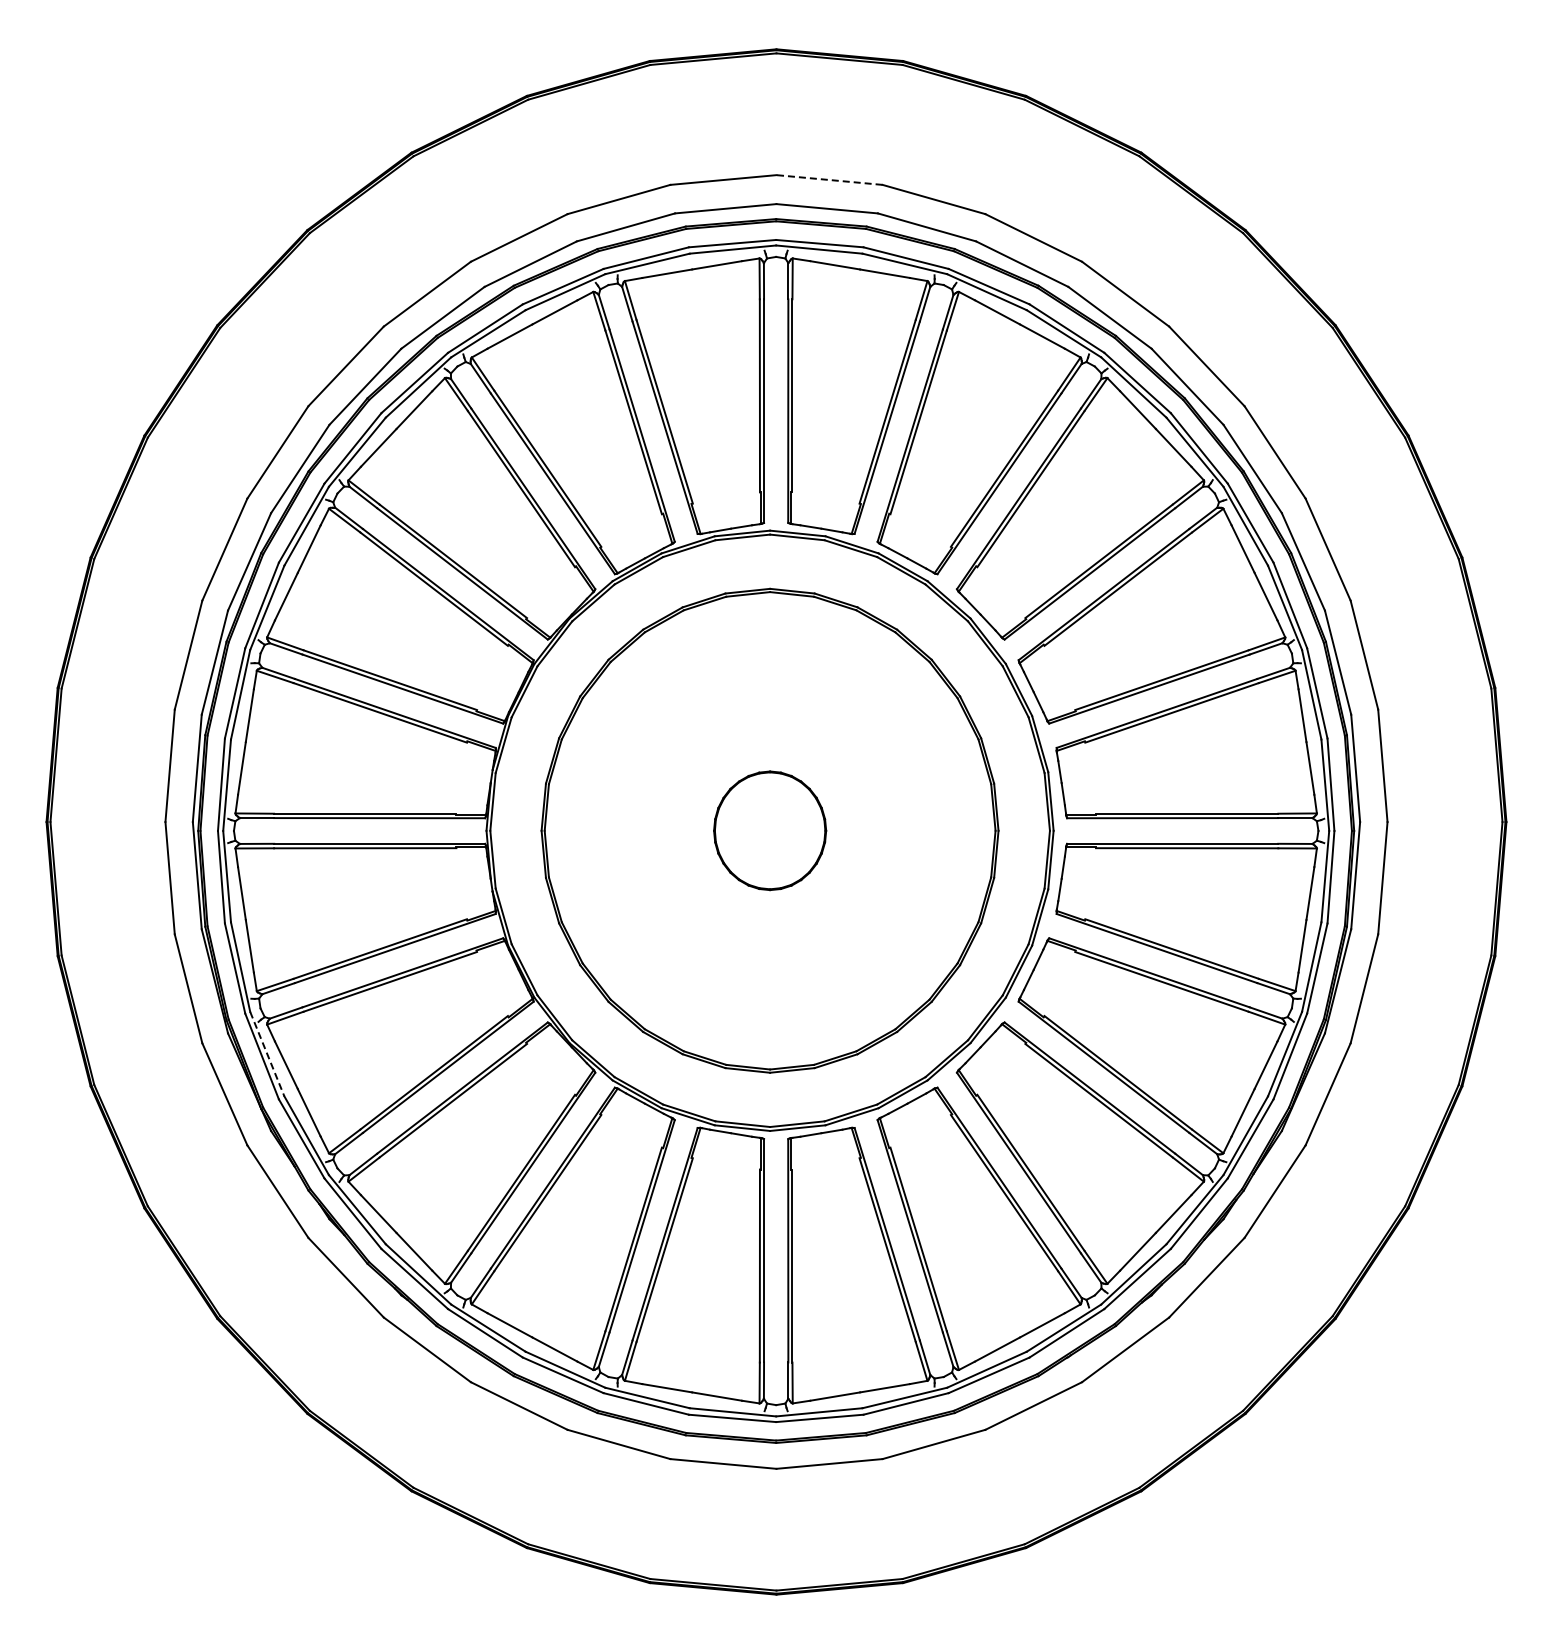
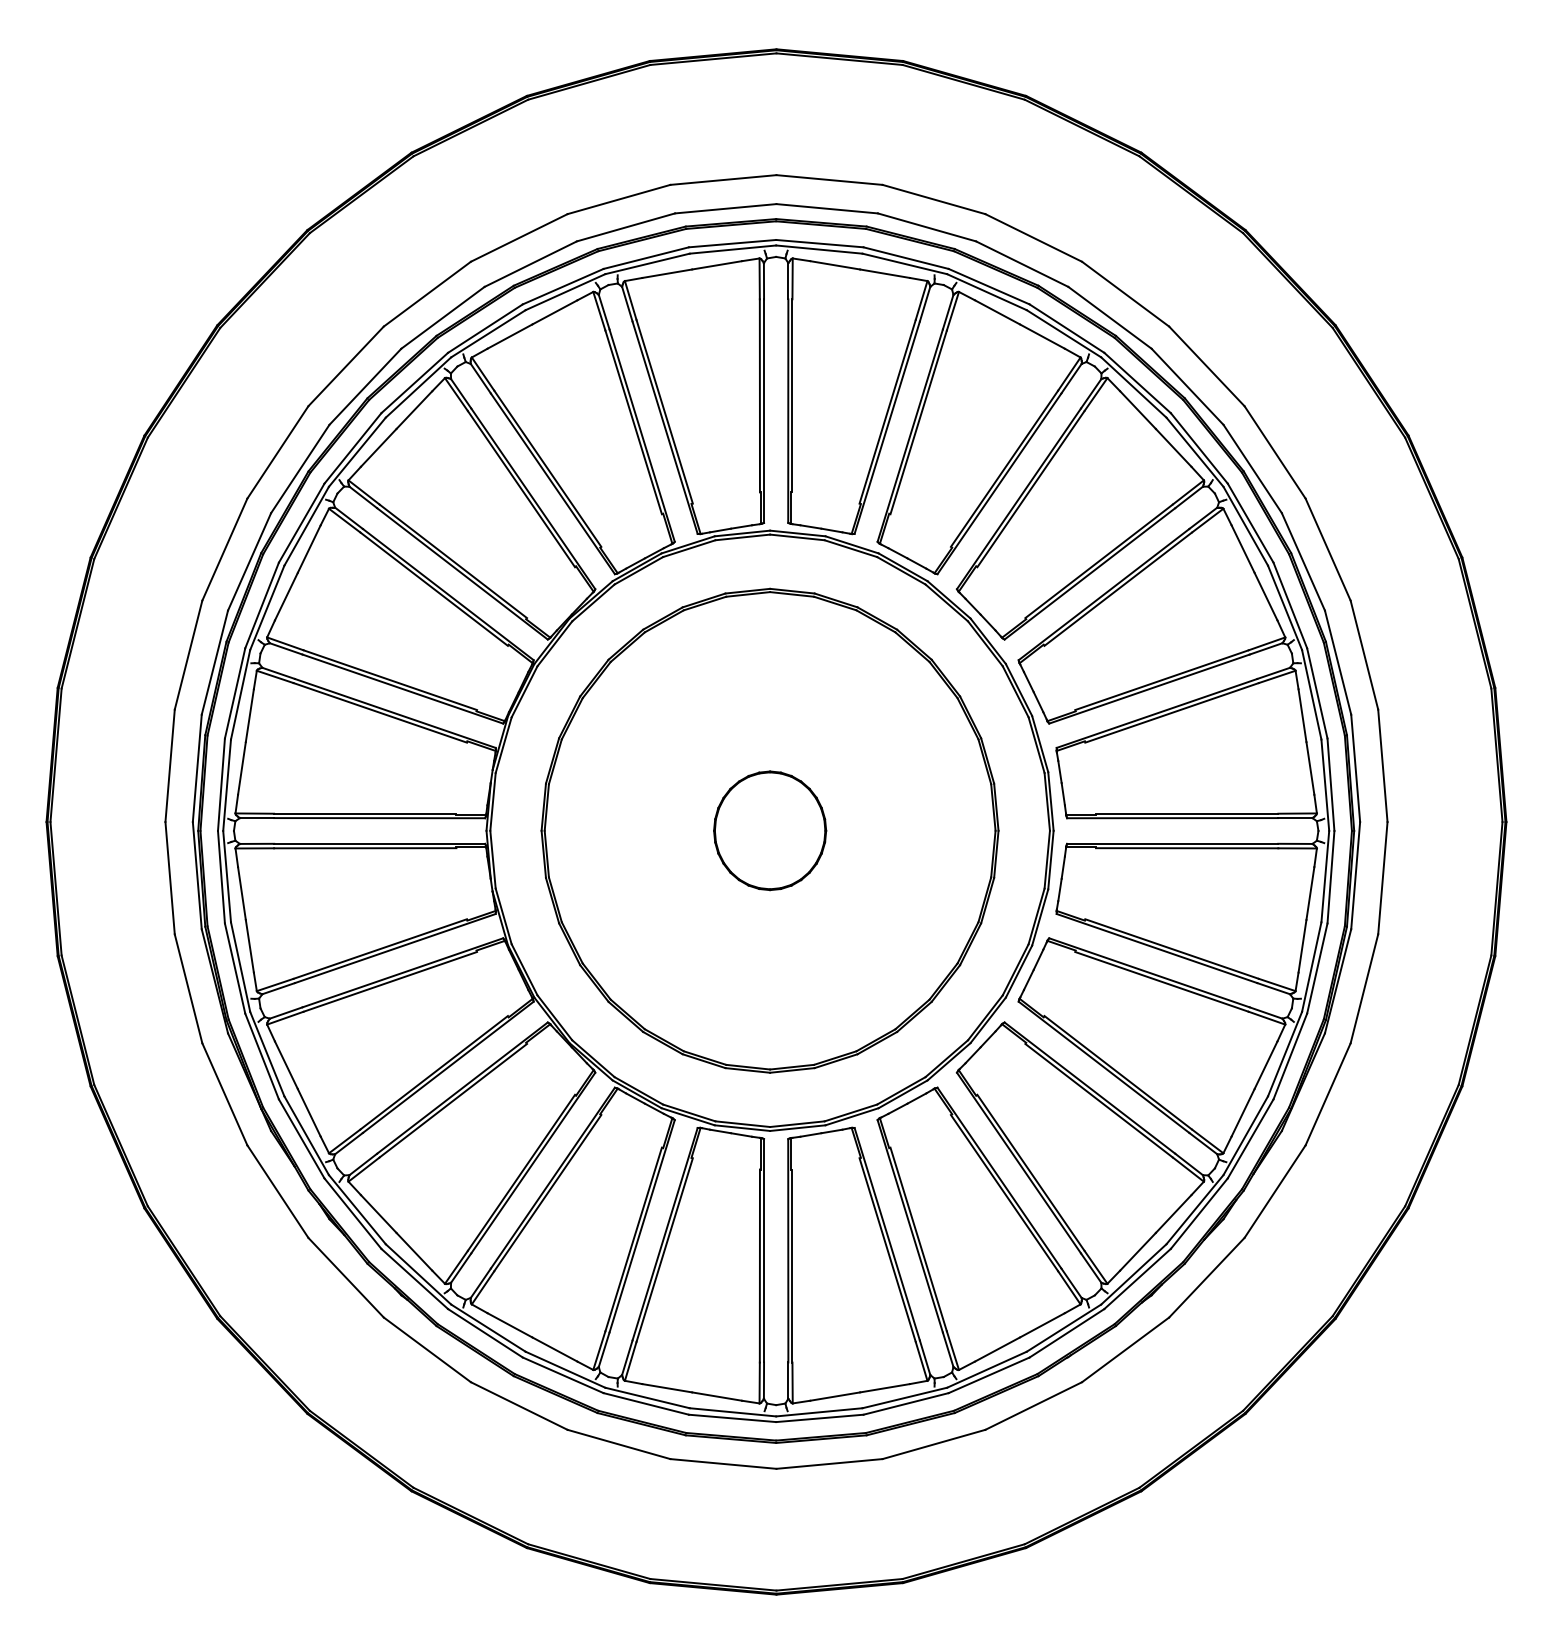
line at (829, 179): dashed -> solid
line at (267, 1054): dashed -> solid
